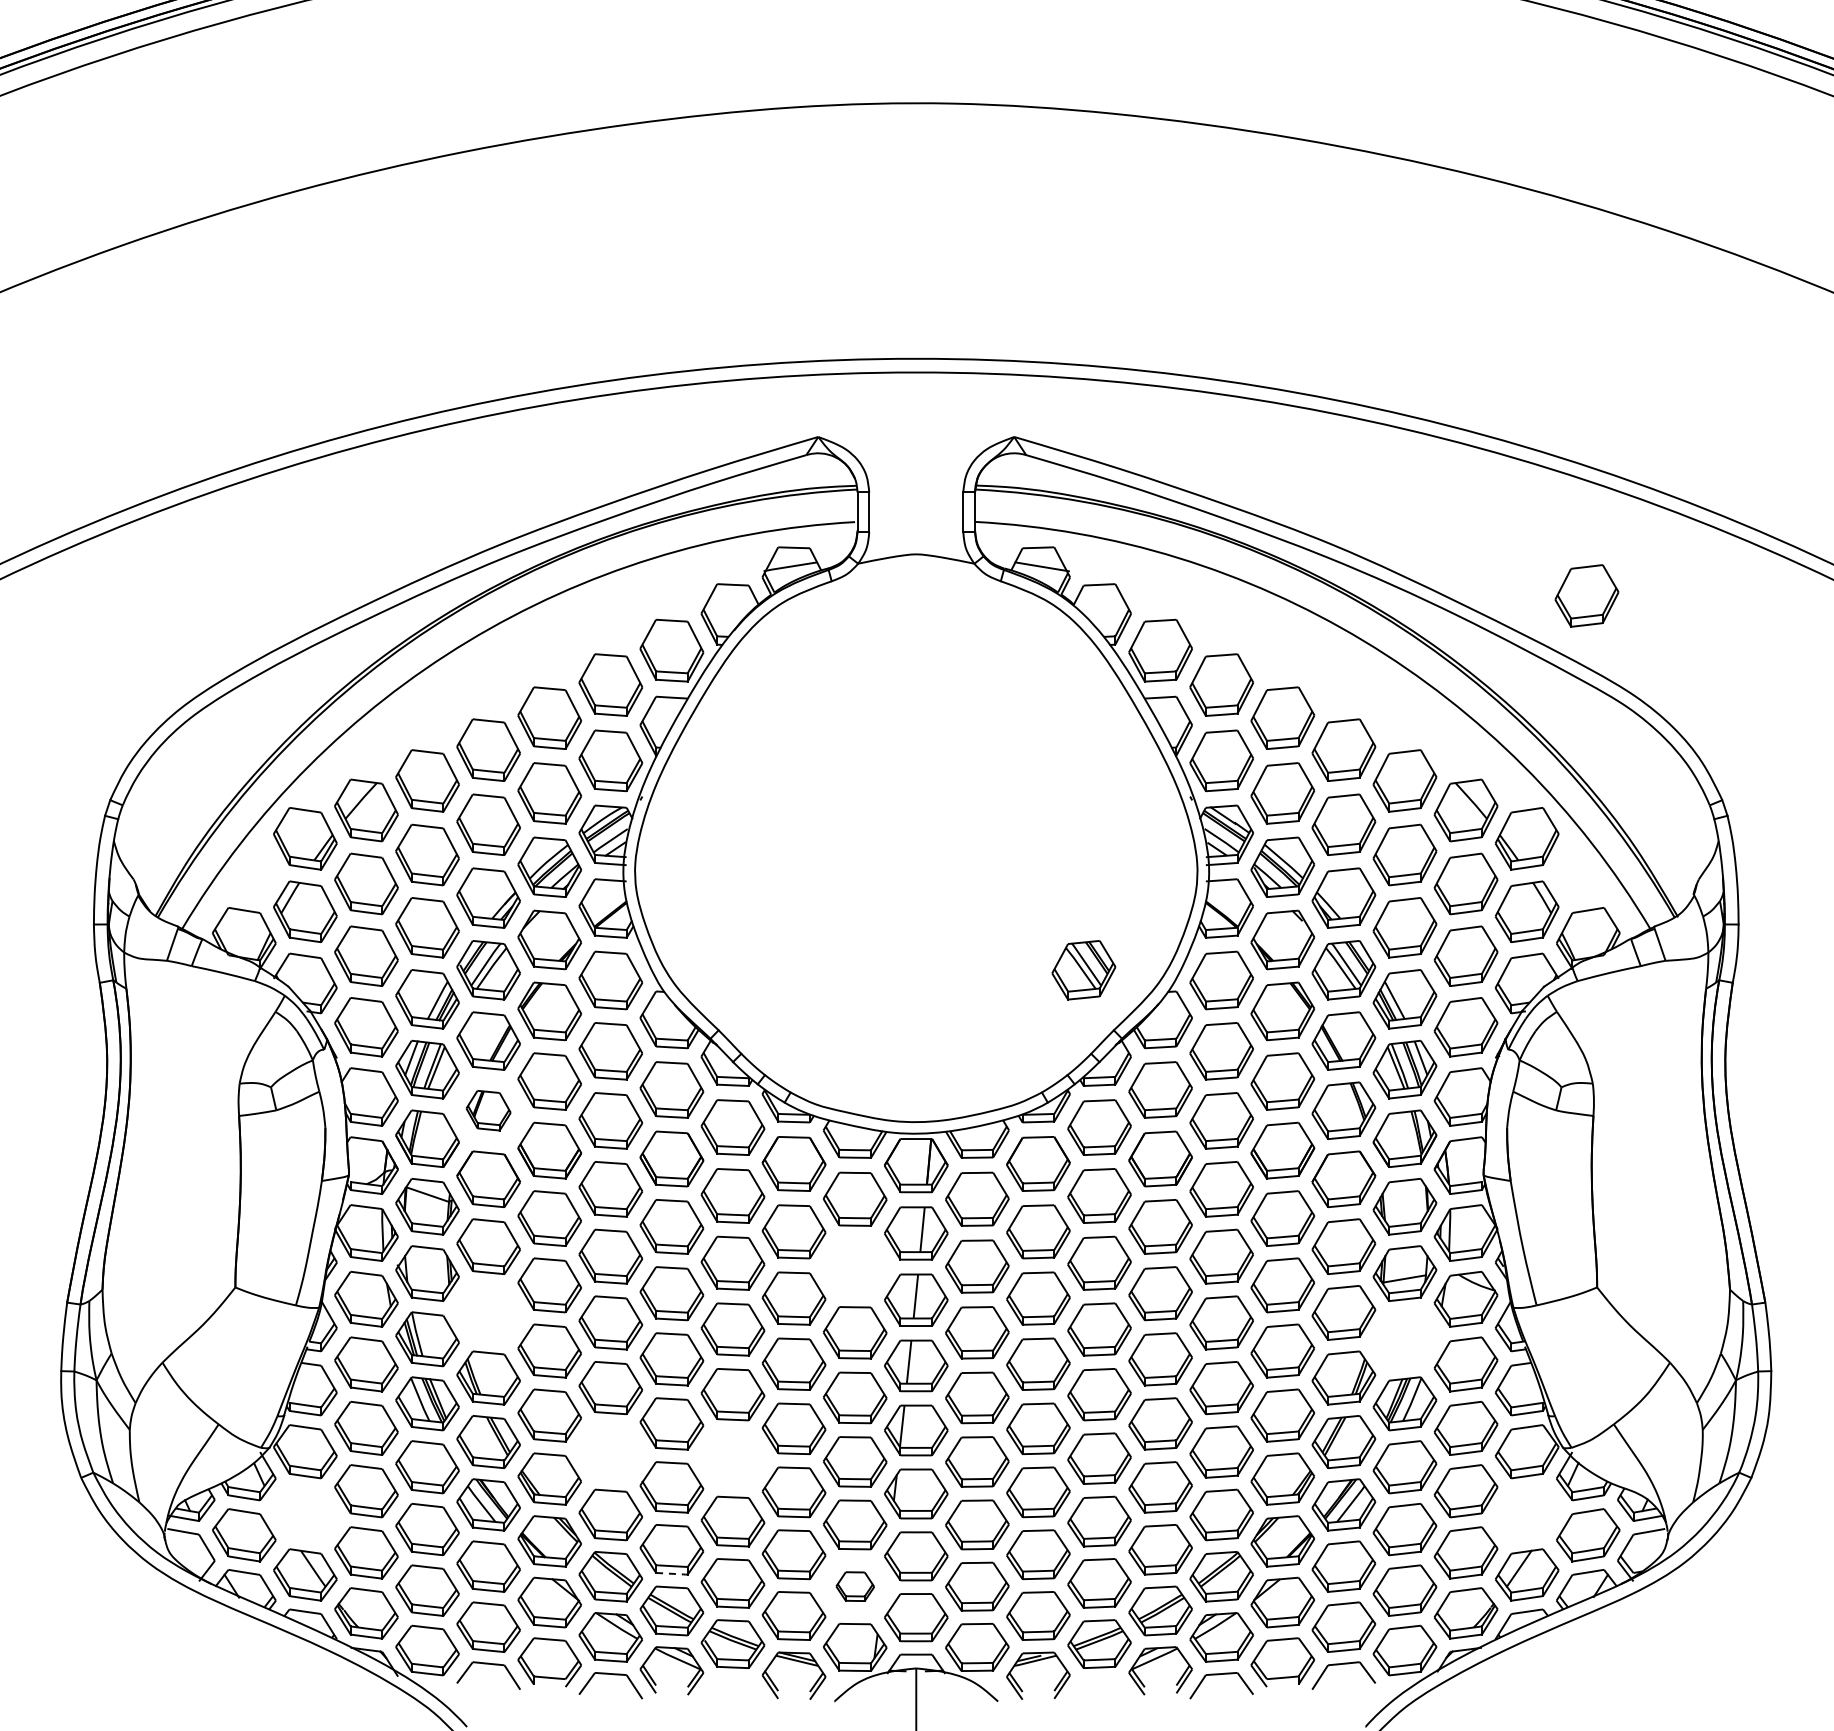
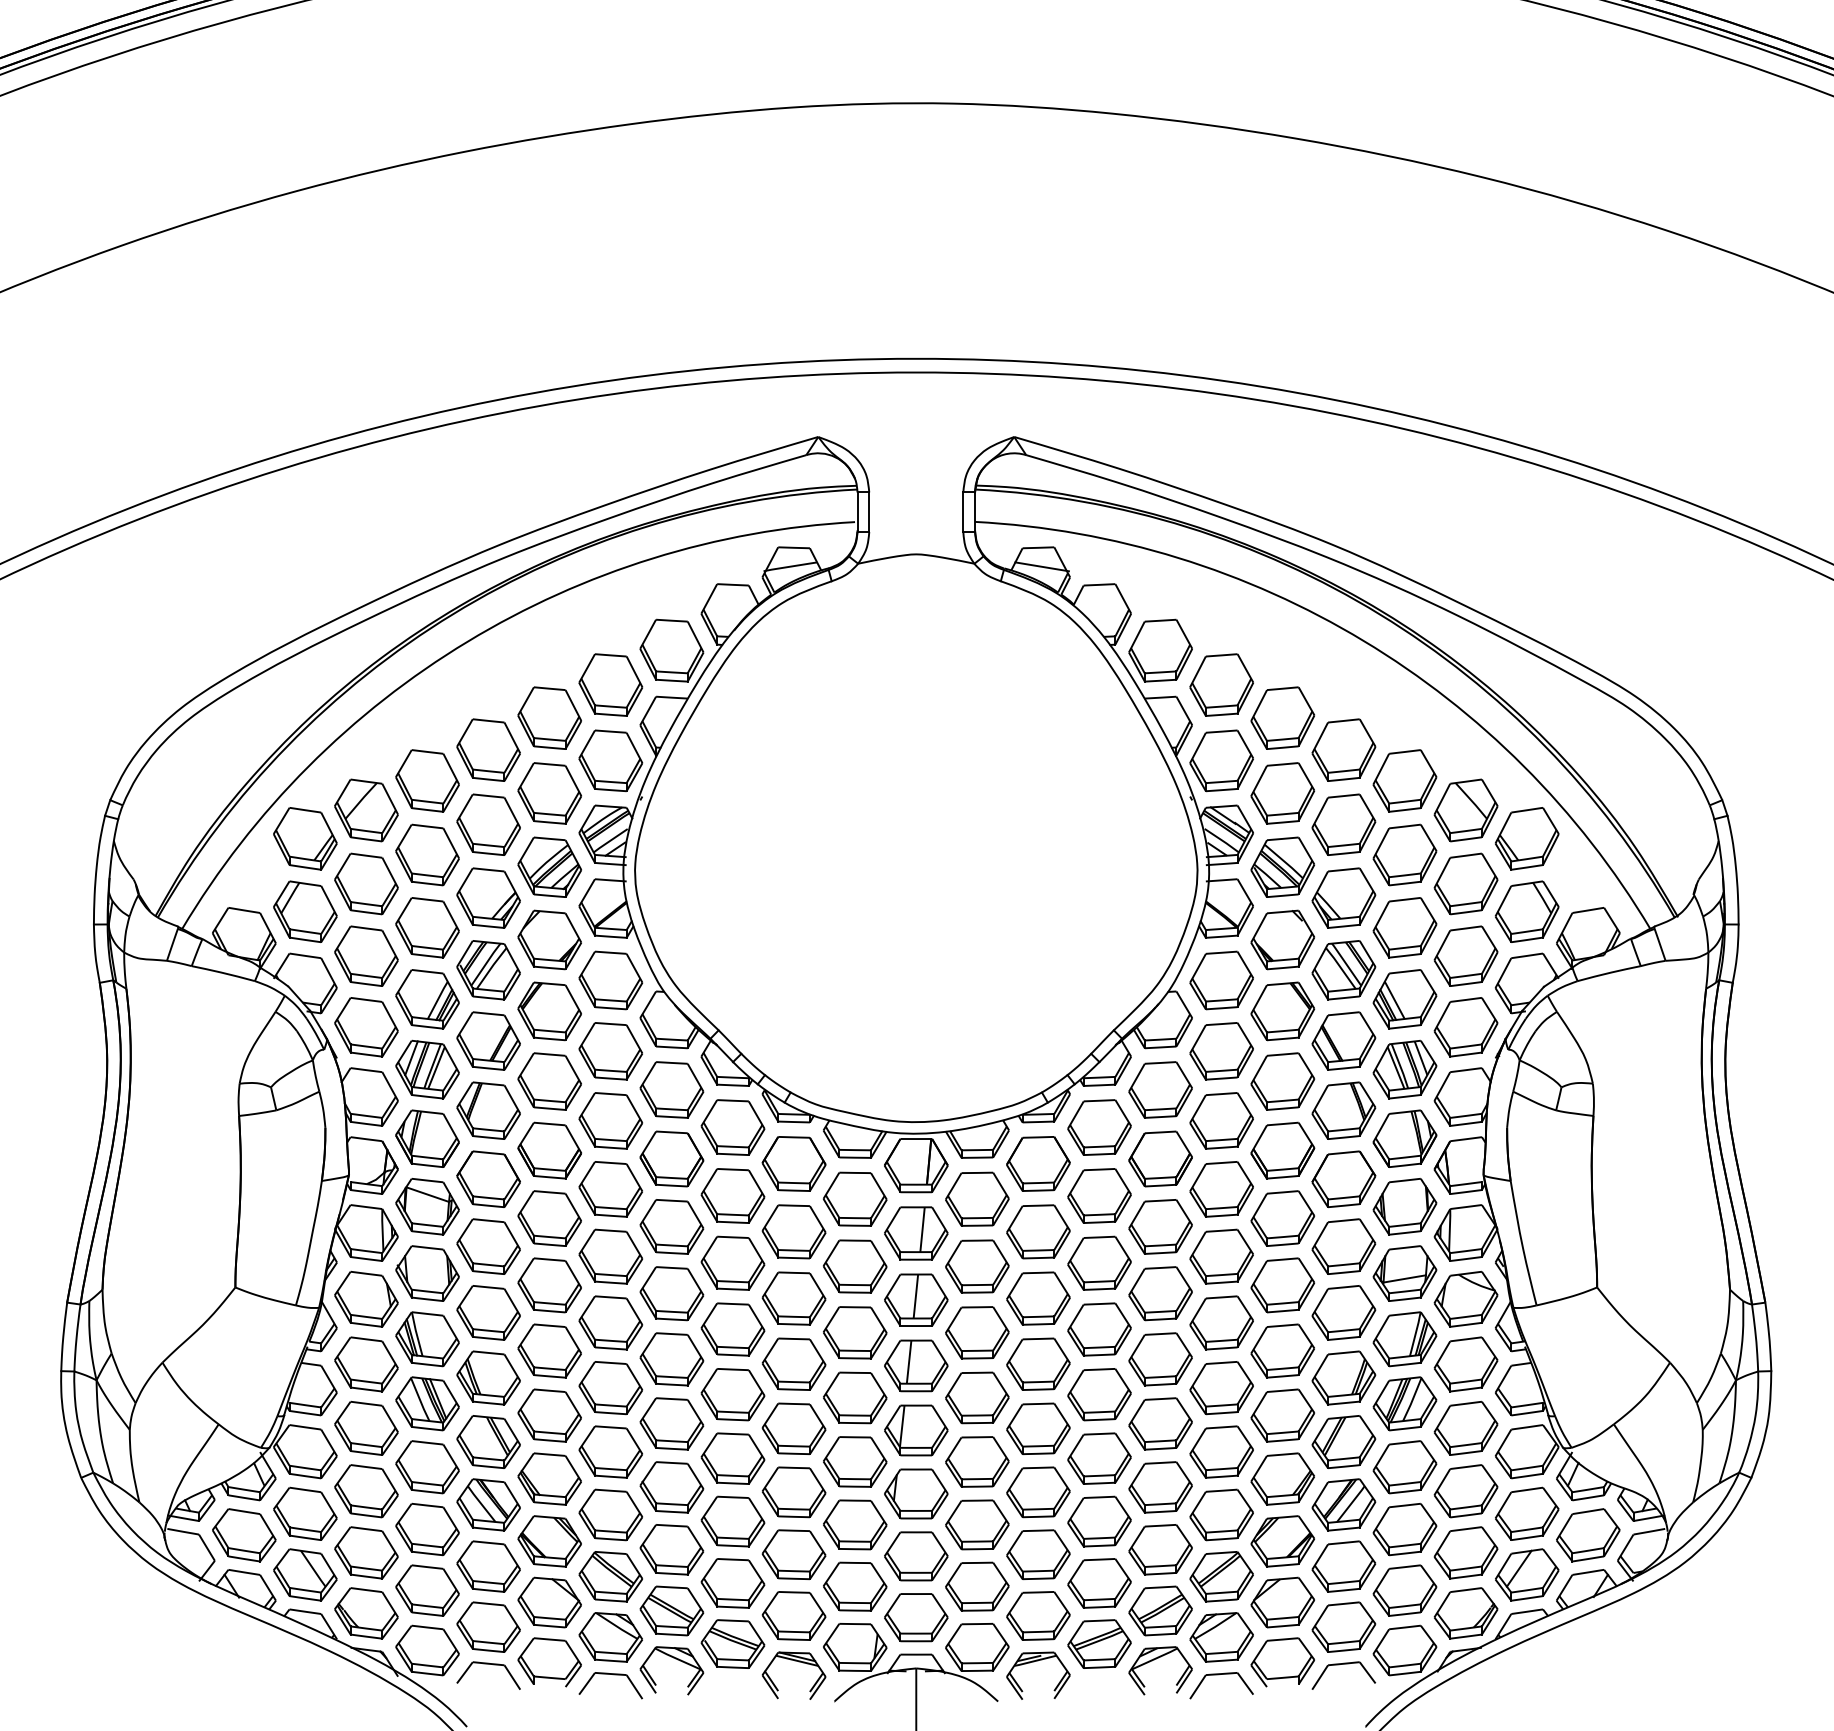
part at (1586, 595): present -> none
part at (1083, 970): present -> none
part at (488, 1110) size: 46x42 px -> 65x59 px
part at (855, 1266): none -> present
part at (488, 1312): none -> present
part at (1404, 1339): none -> present
part at (610, 1451): none -> present
part at (732, 1458): none -> present
part at (305, 1513): none -> present
part at (1527, 1513): none -> present
arc at (671, 1573): dashed -> solid
part at (854, 1586) size: 40x31 px -> 65x51 px
